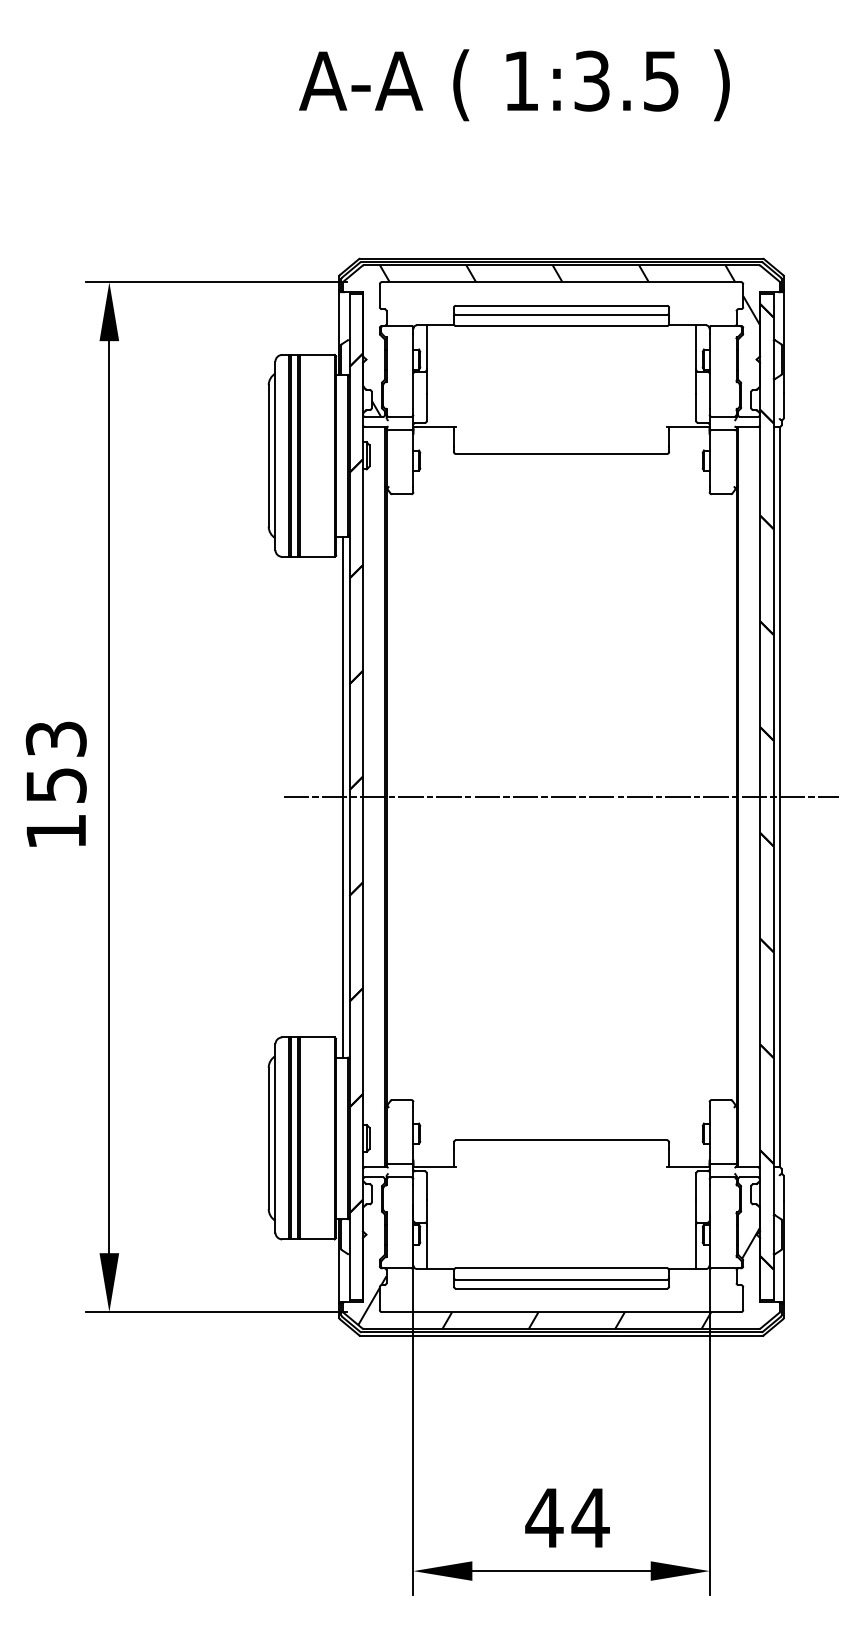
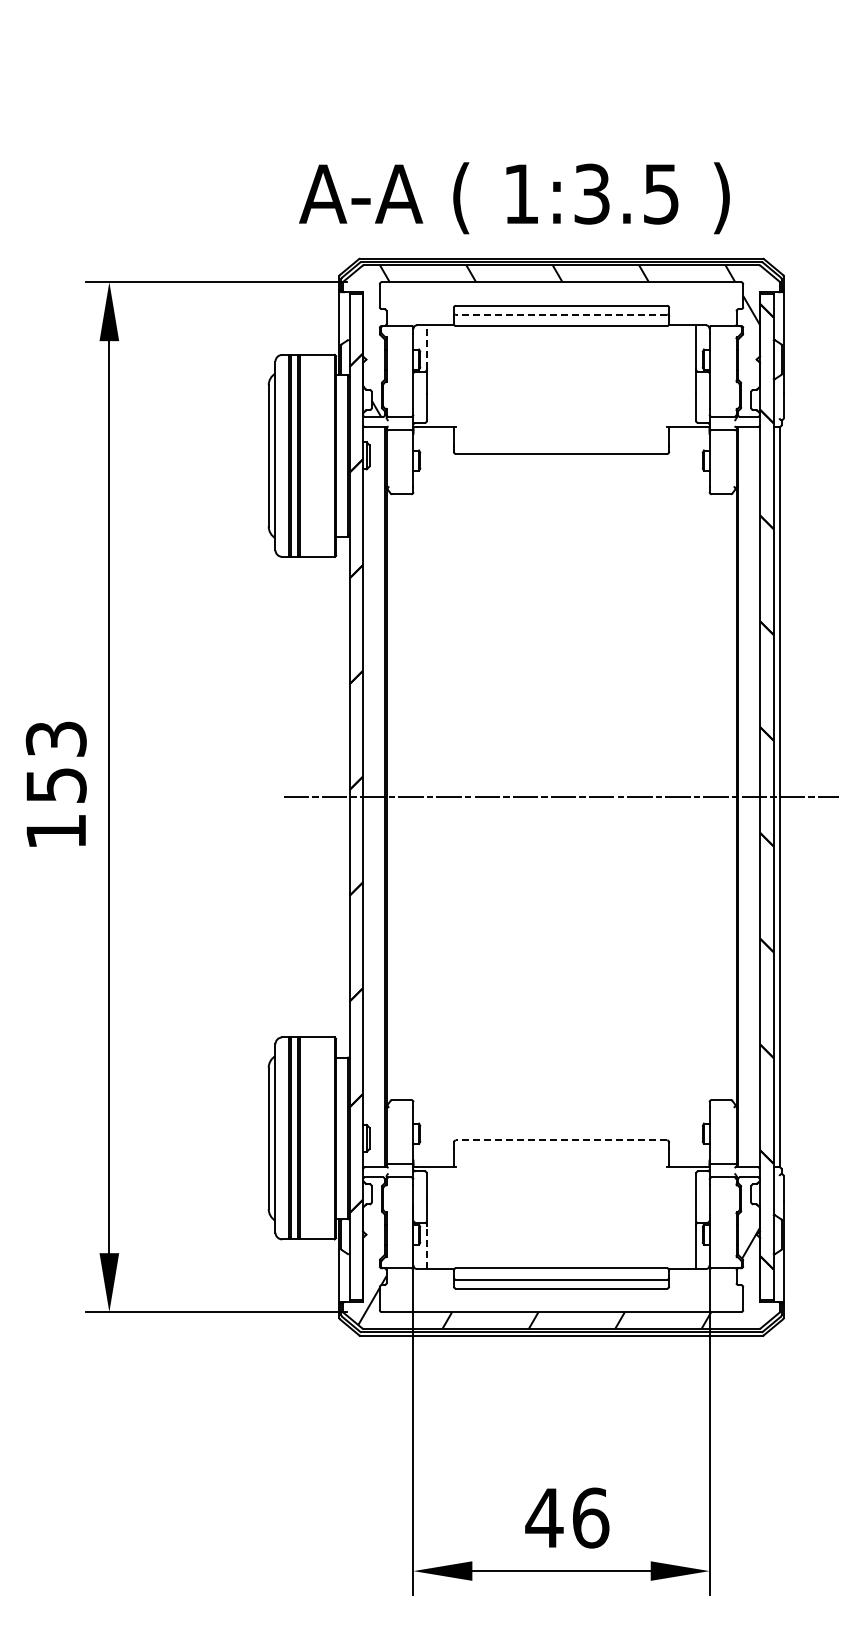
text at (514, 85) position: (514, 85) -> (514, 198)
line at (561, 314): solid -> dashed
line at (426, 346): solid -> dashed
line at (342, 796): present -> none
line at (561, 1140): solid -> dashed
line at (426, 1247): solid -> dashed
text at (590, 1517): 44 -> 46
